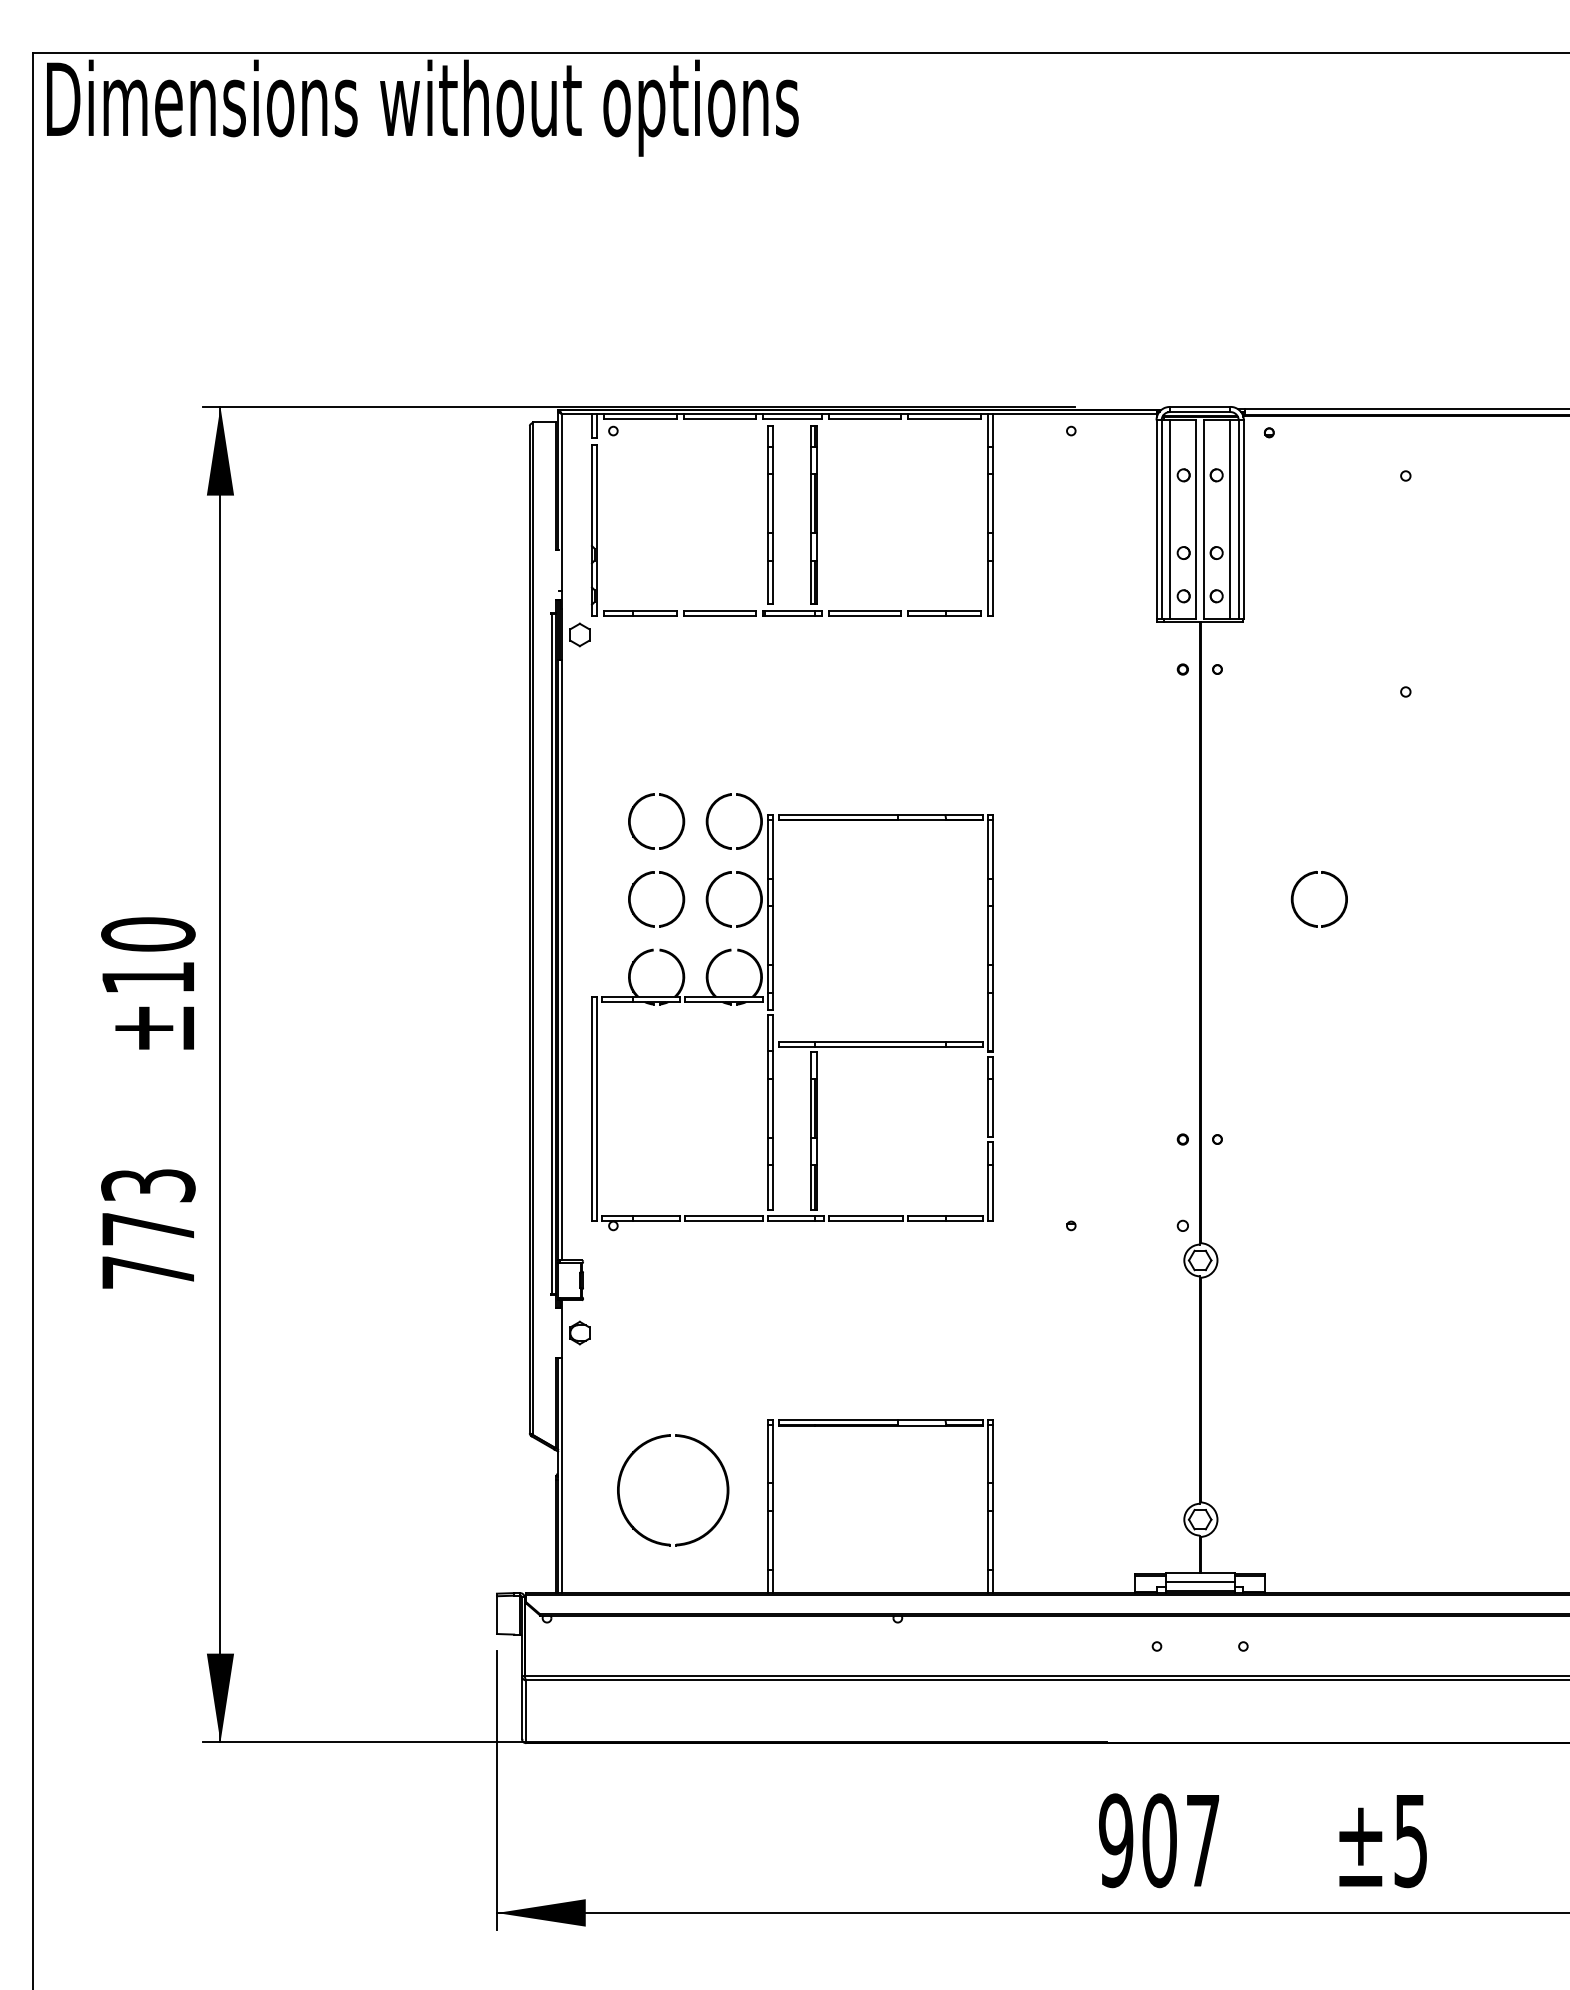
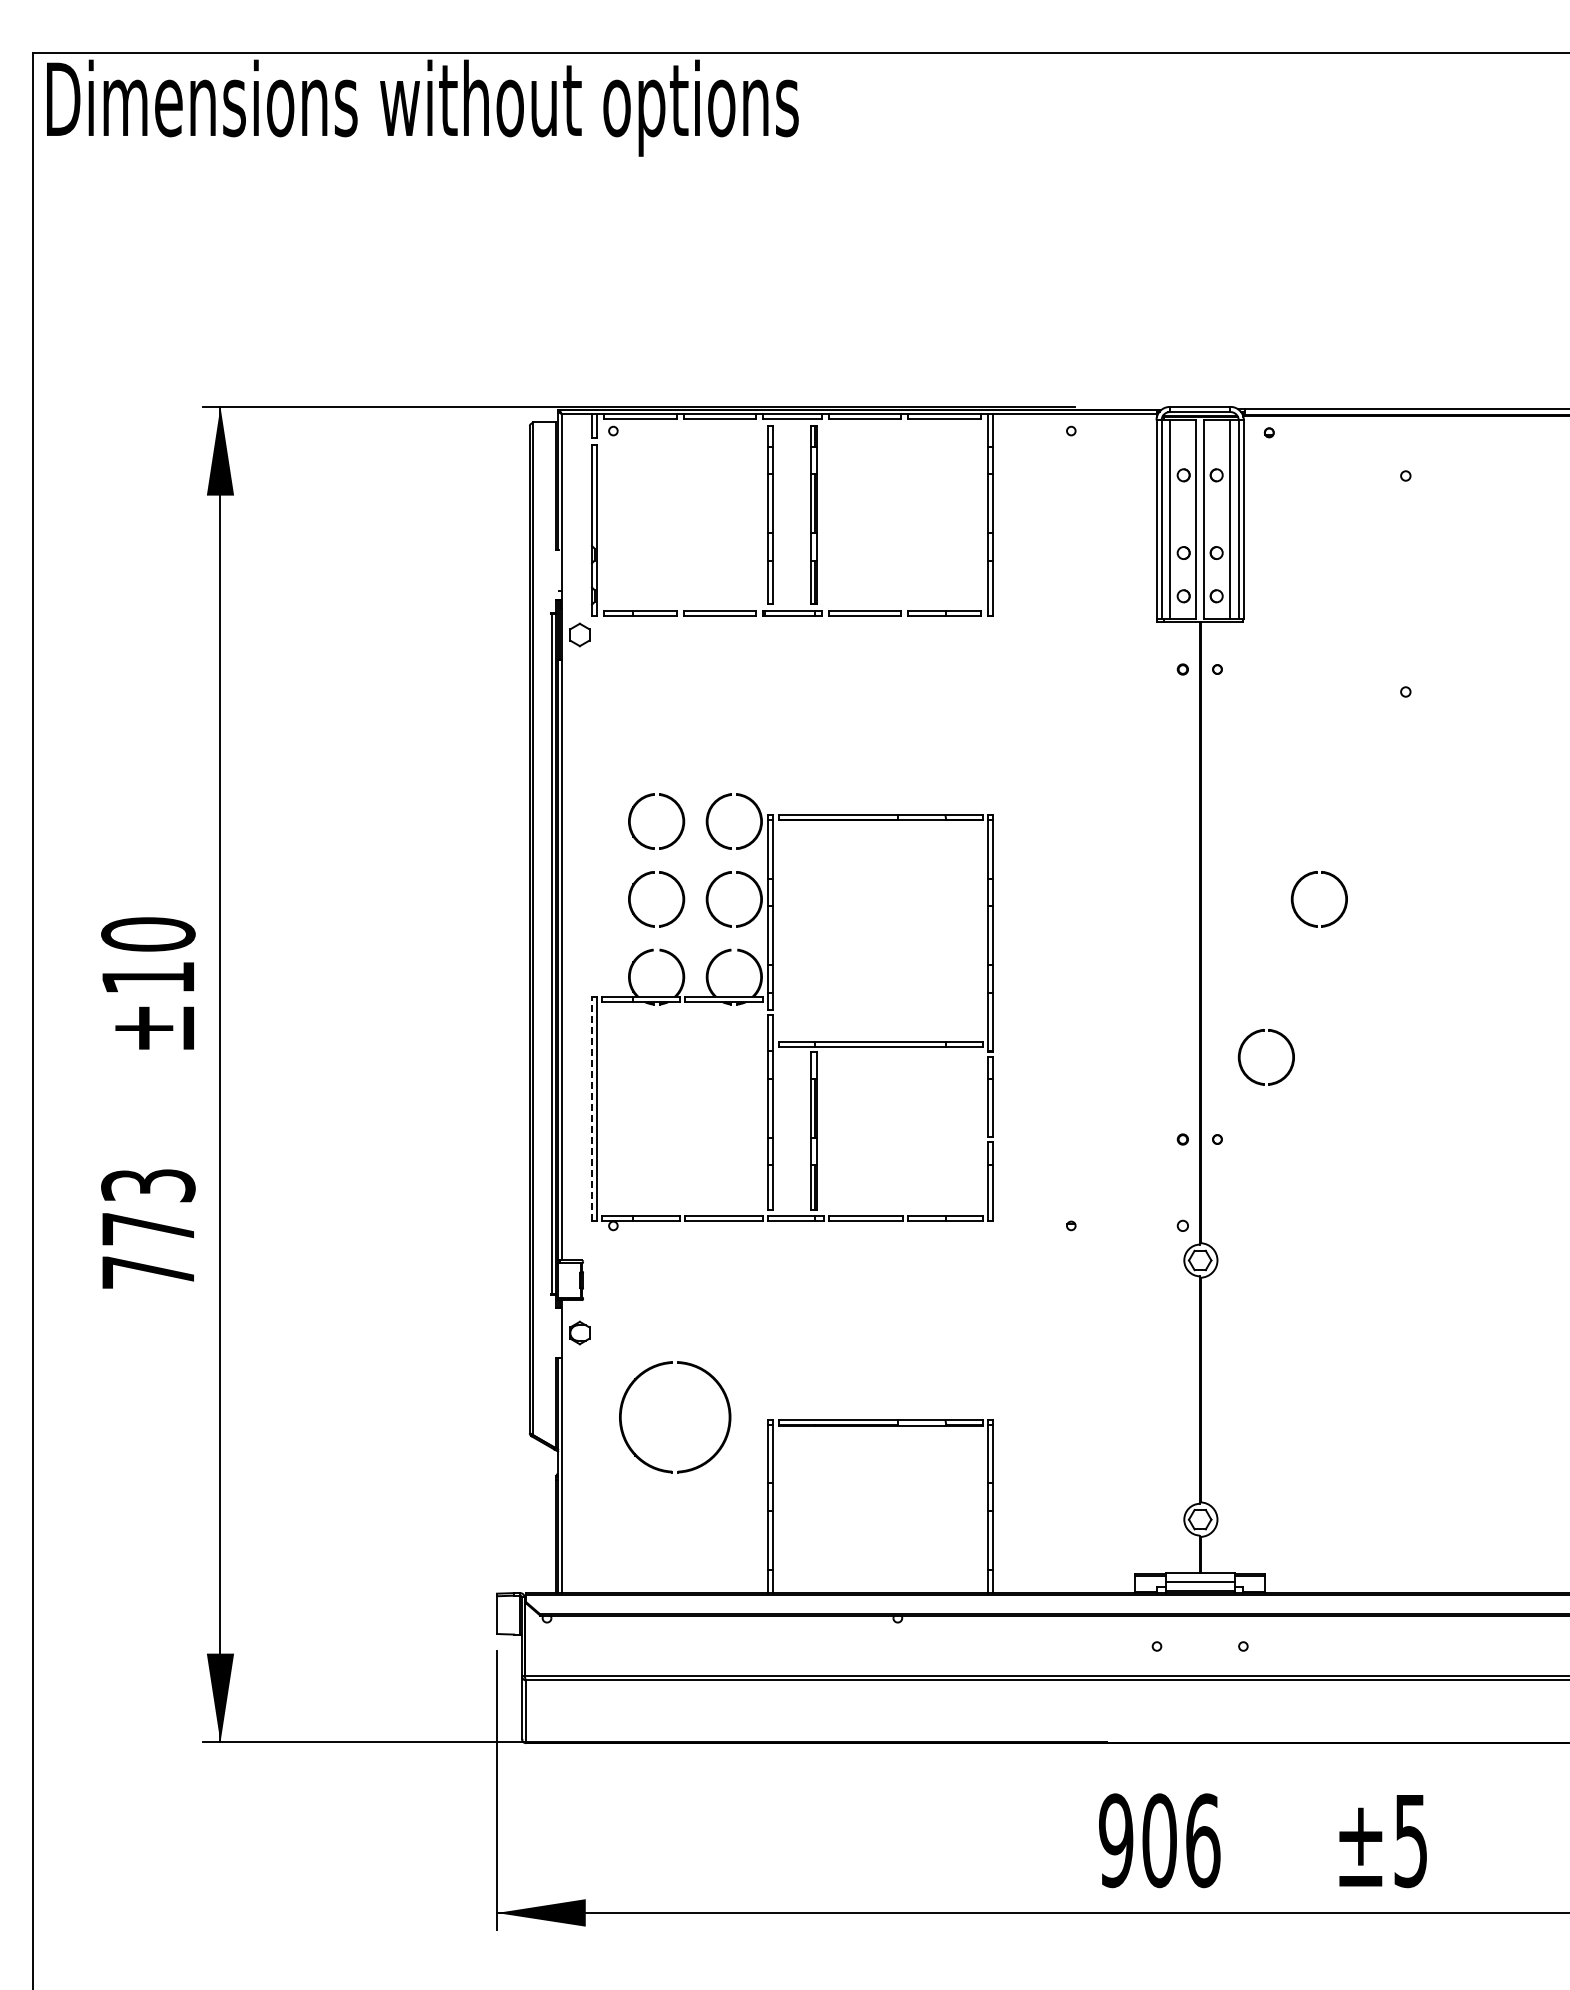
part at (1241, 1052): none -> present
line at (591, 1108): solid -> dashed
part at (725, 1499) position: (725, 1499) -> (727, 1426)
text at (1203, 1840): 907 -> 906
